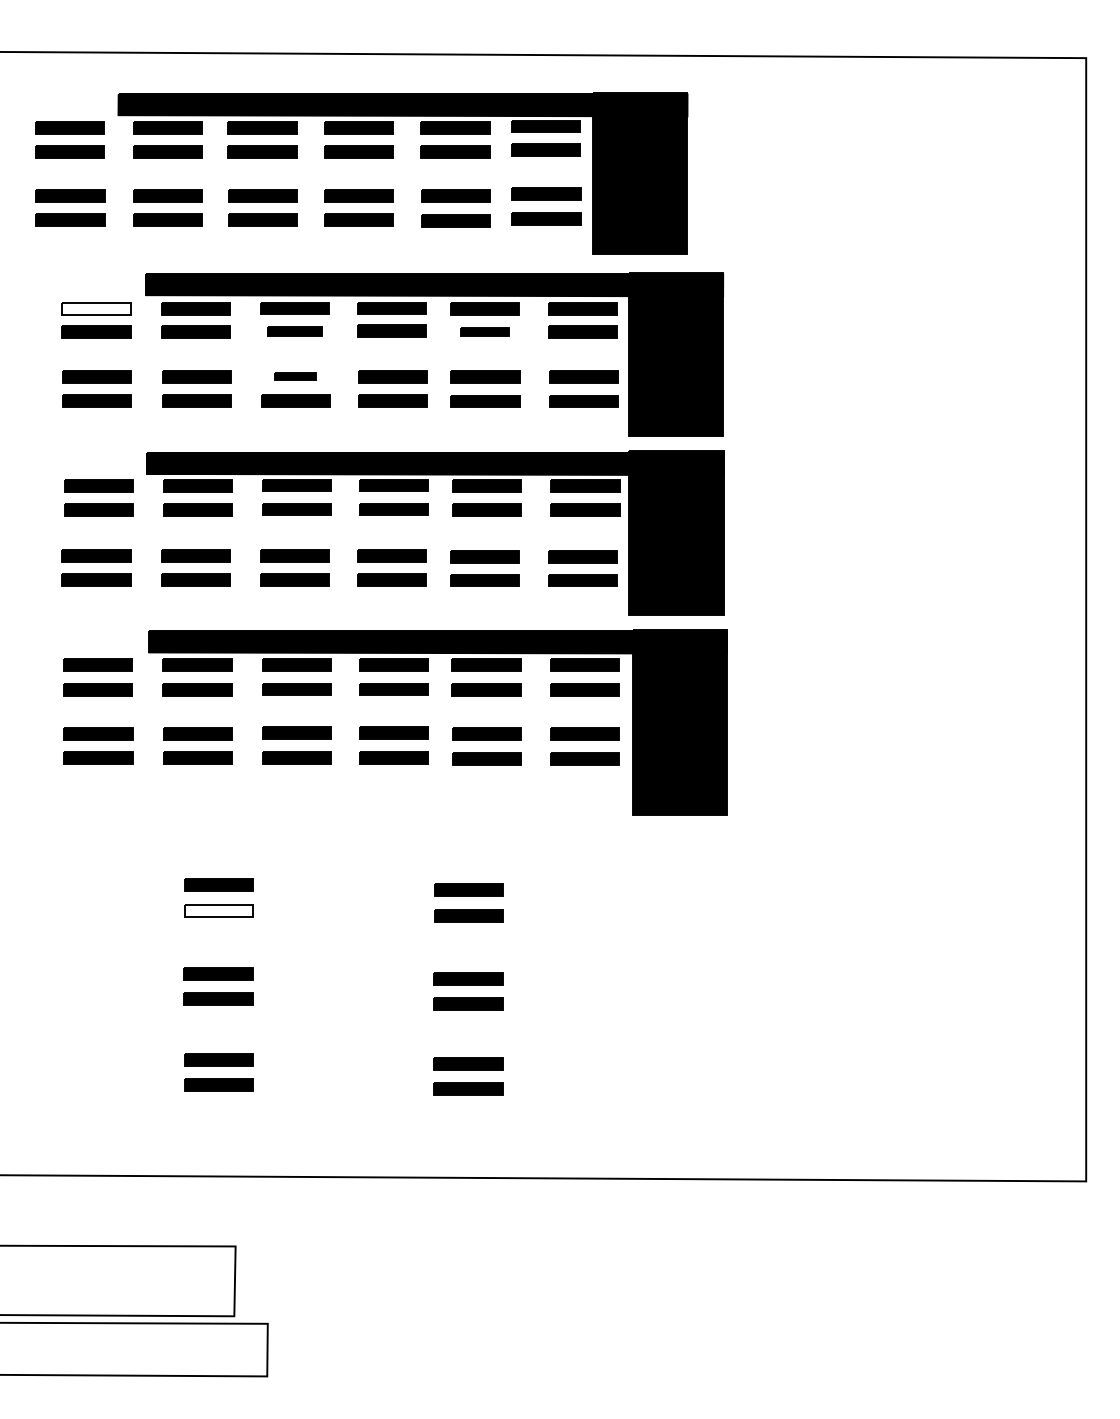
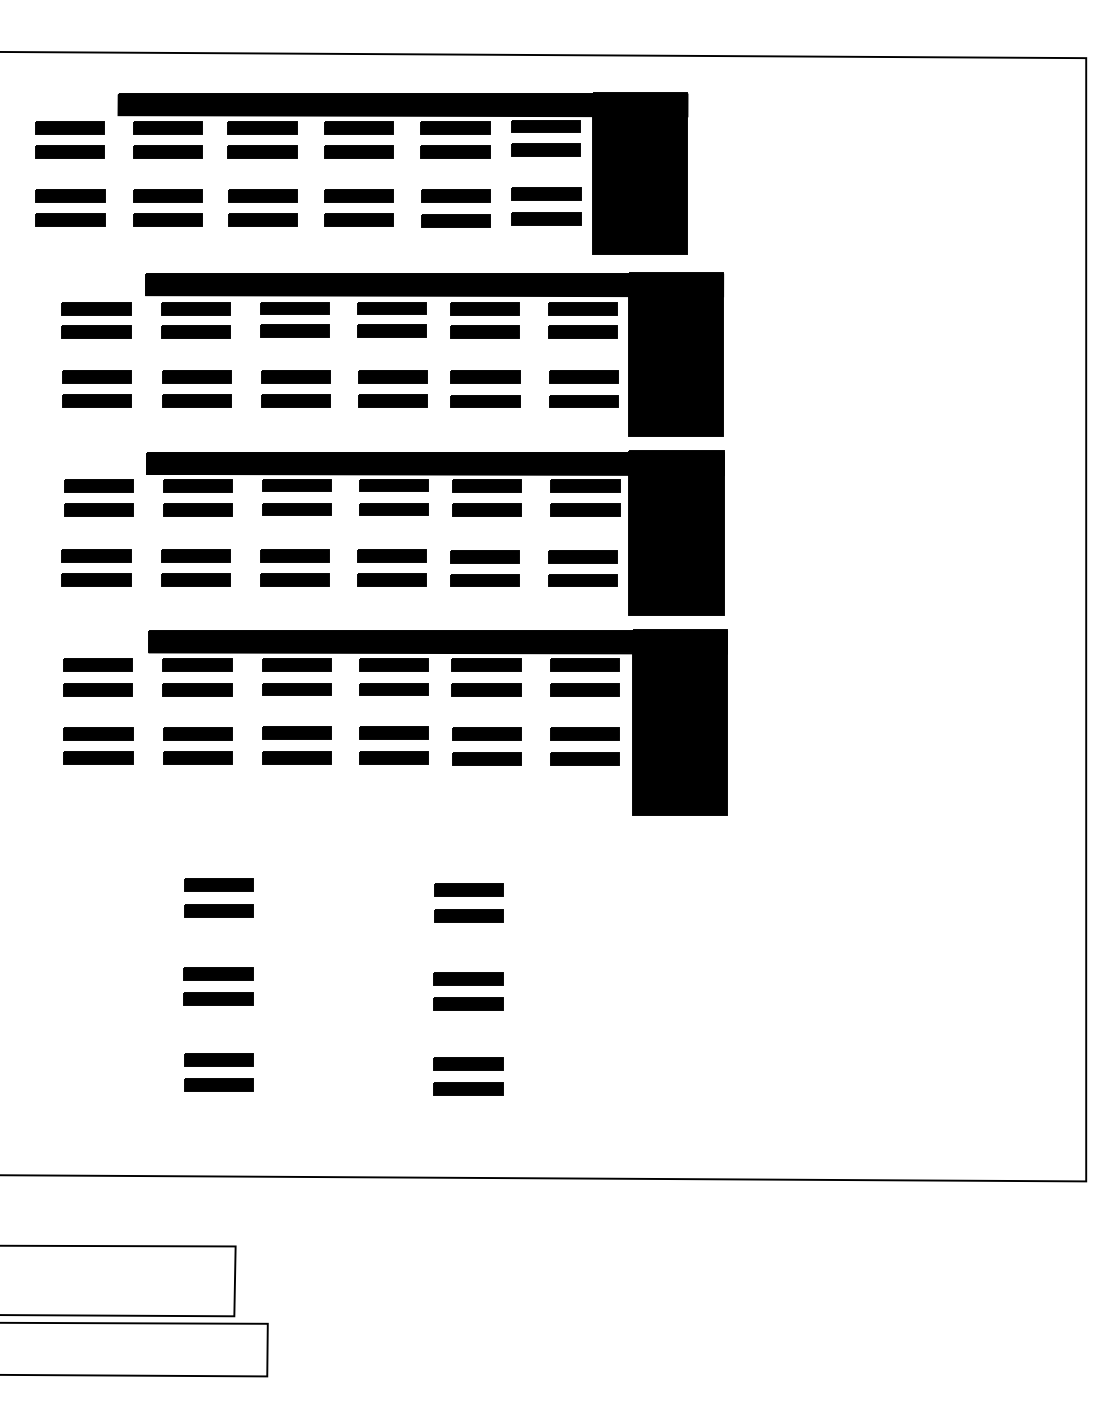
fill at (96, 308): none -> present
part at (294, 331) size: 56x11 px -> 70x14 px
part at (484, 331) size: 50x10 px -> 70x14 px
part at (295, 376) size: 43x9 px -> 70x14 px
fill at (218, 910): none -> present
